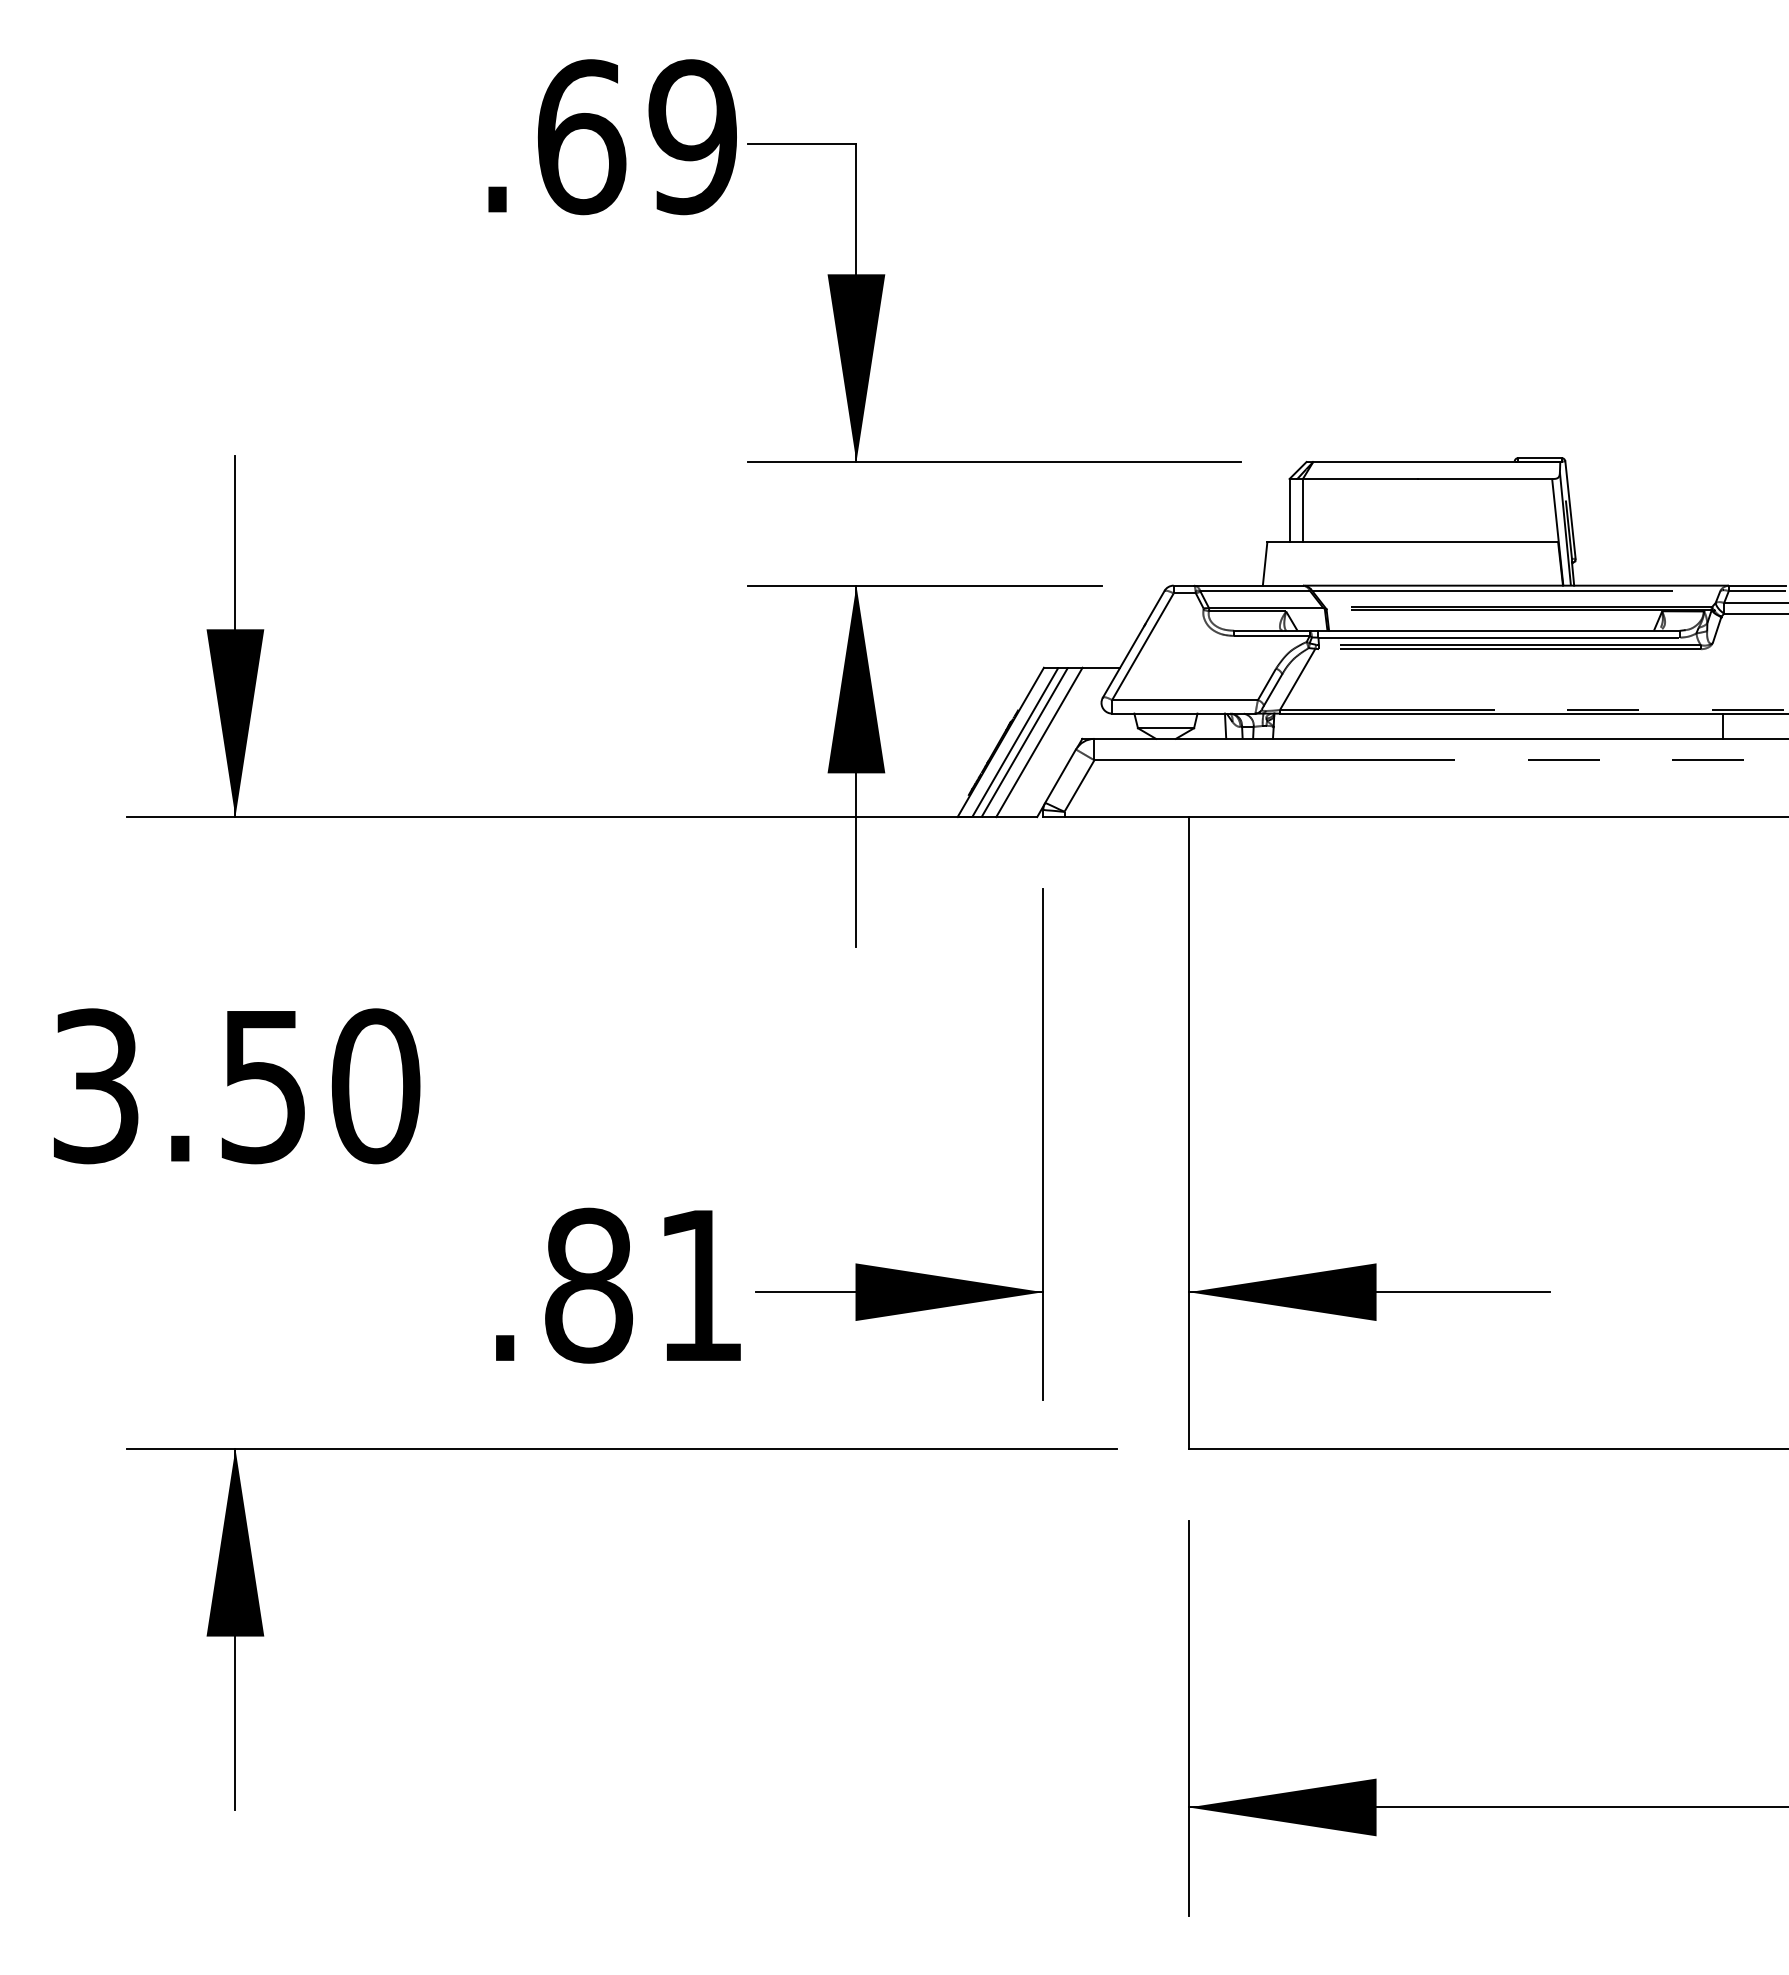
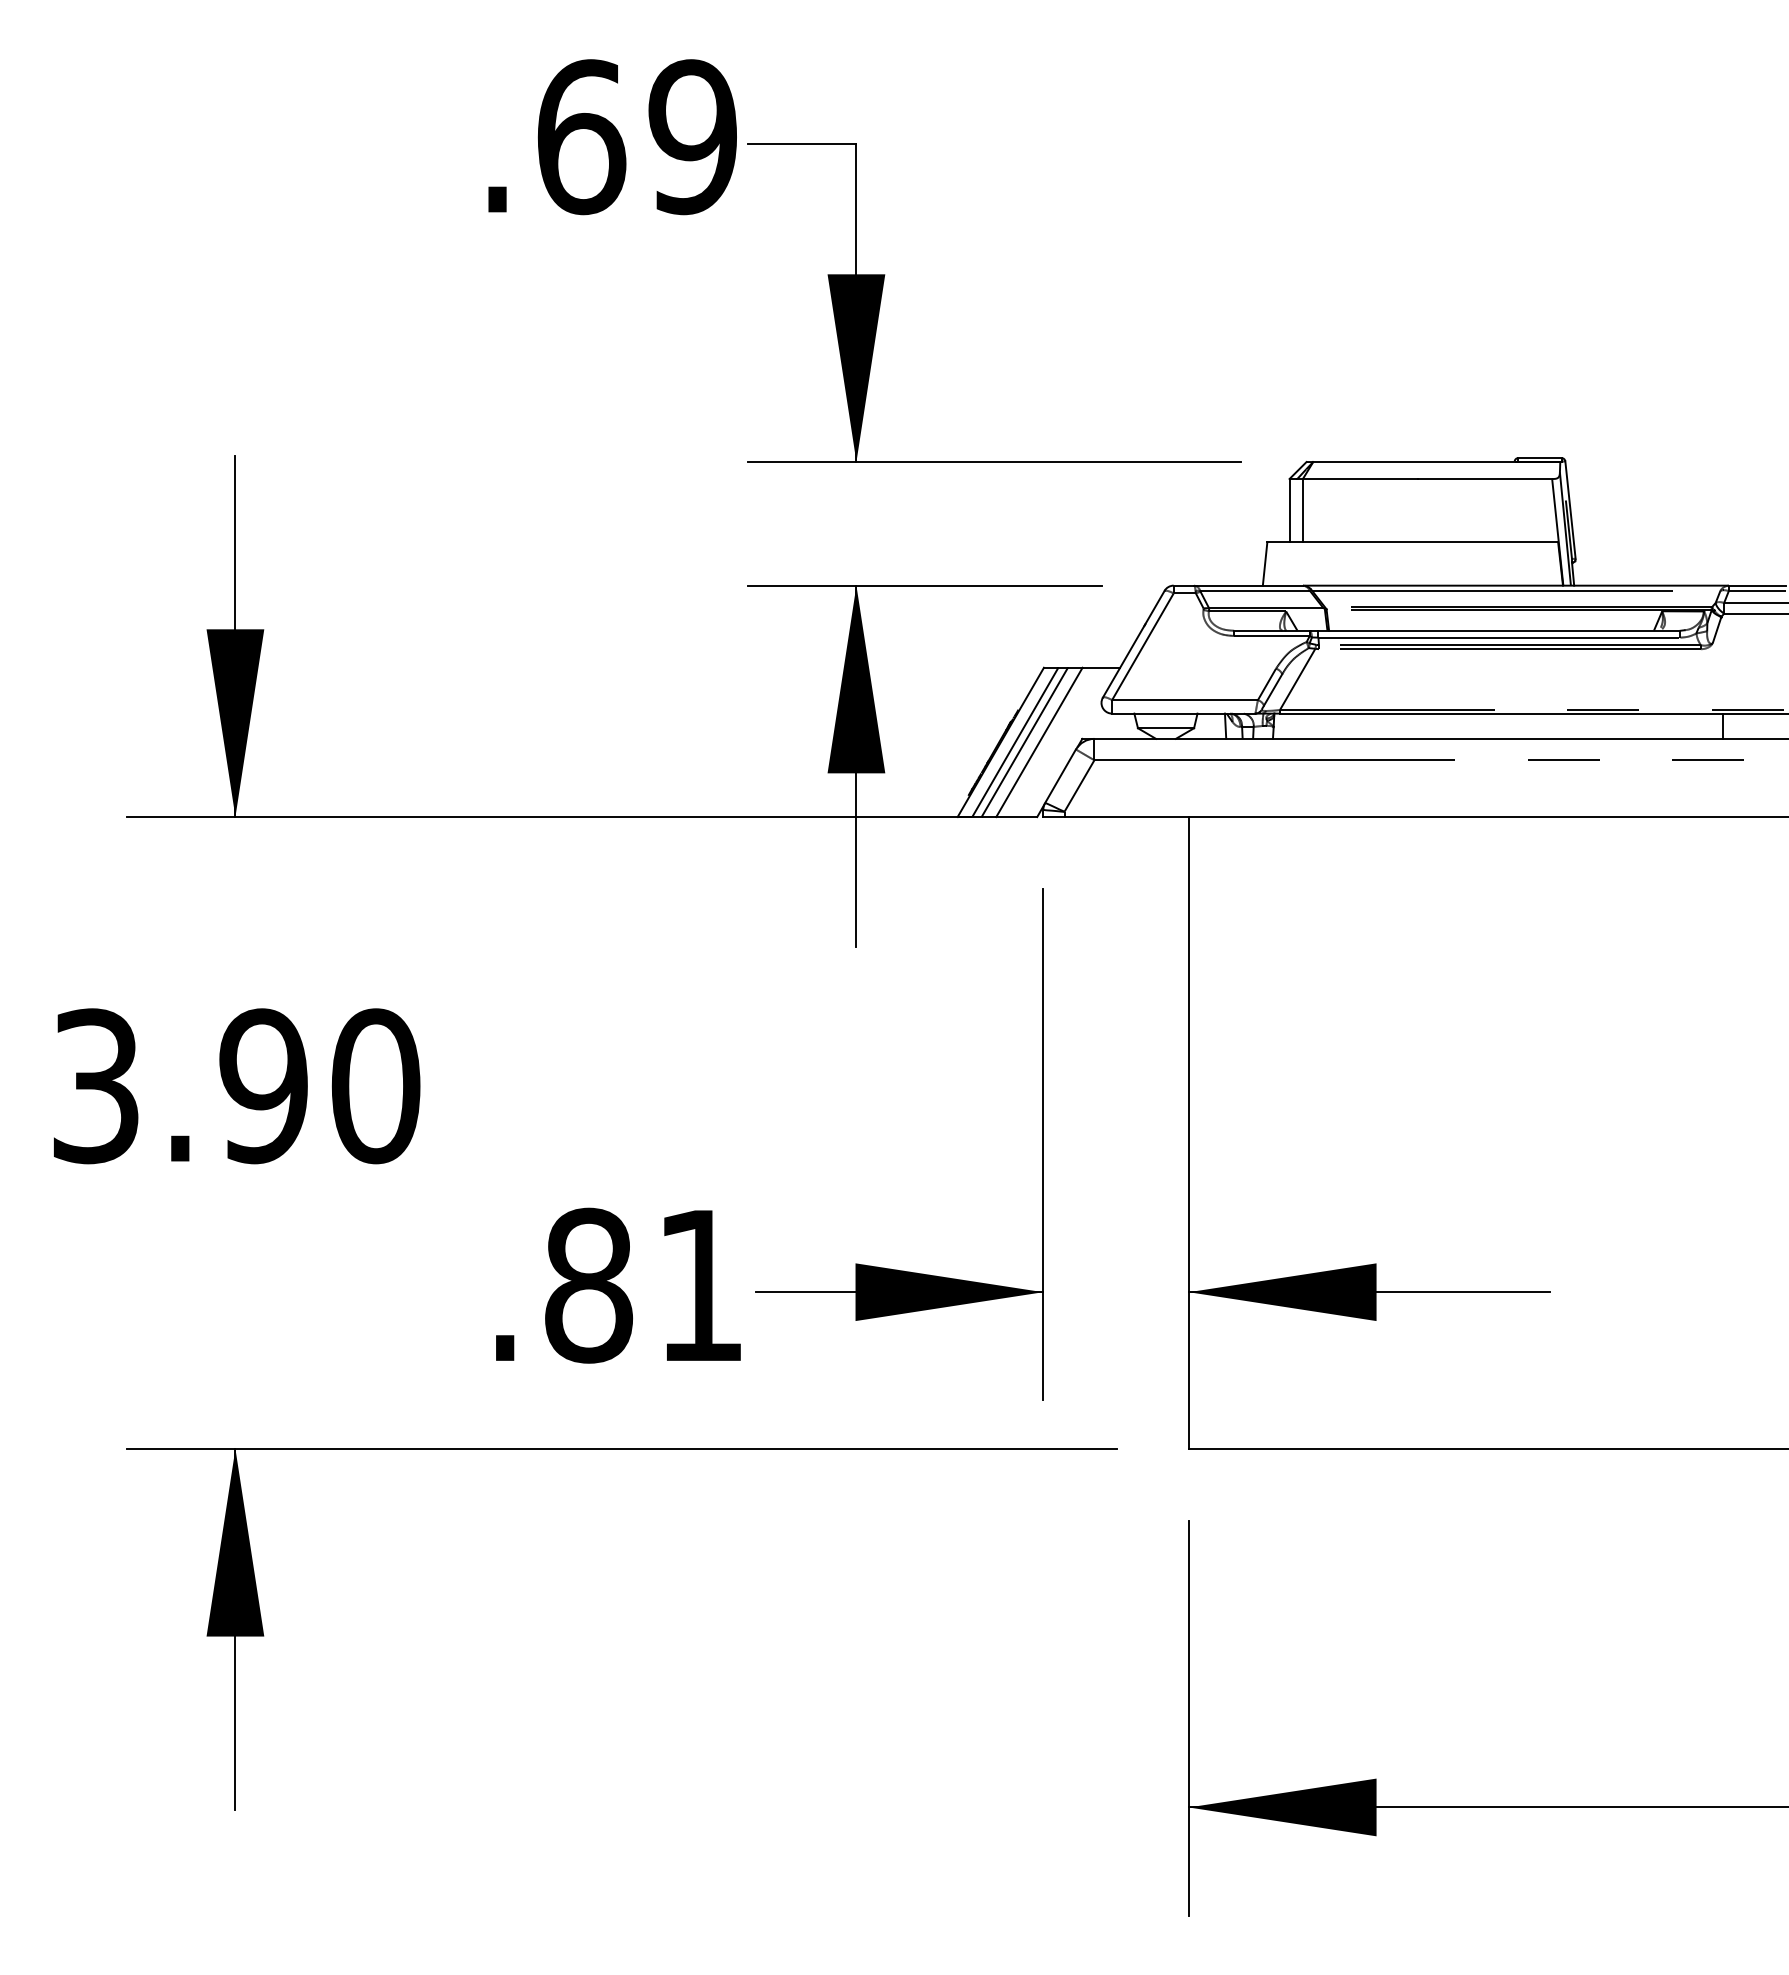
text at (263, 1086): 3.50 -> 3.90
